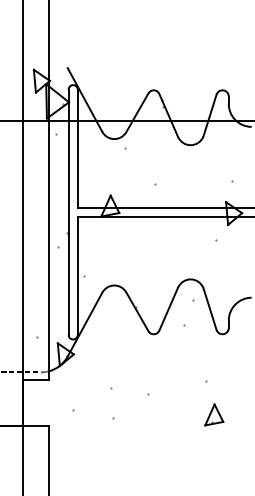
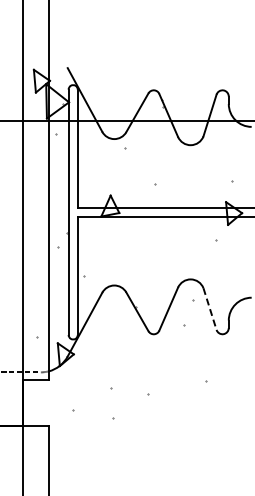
line at (210, 309): solid -> dashed
part at (214, 414): present -> none
